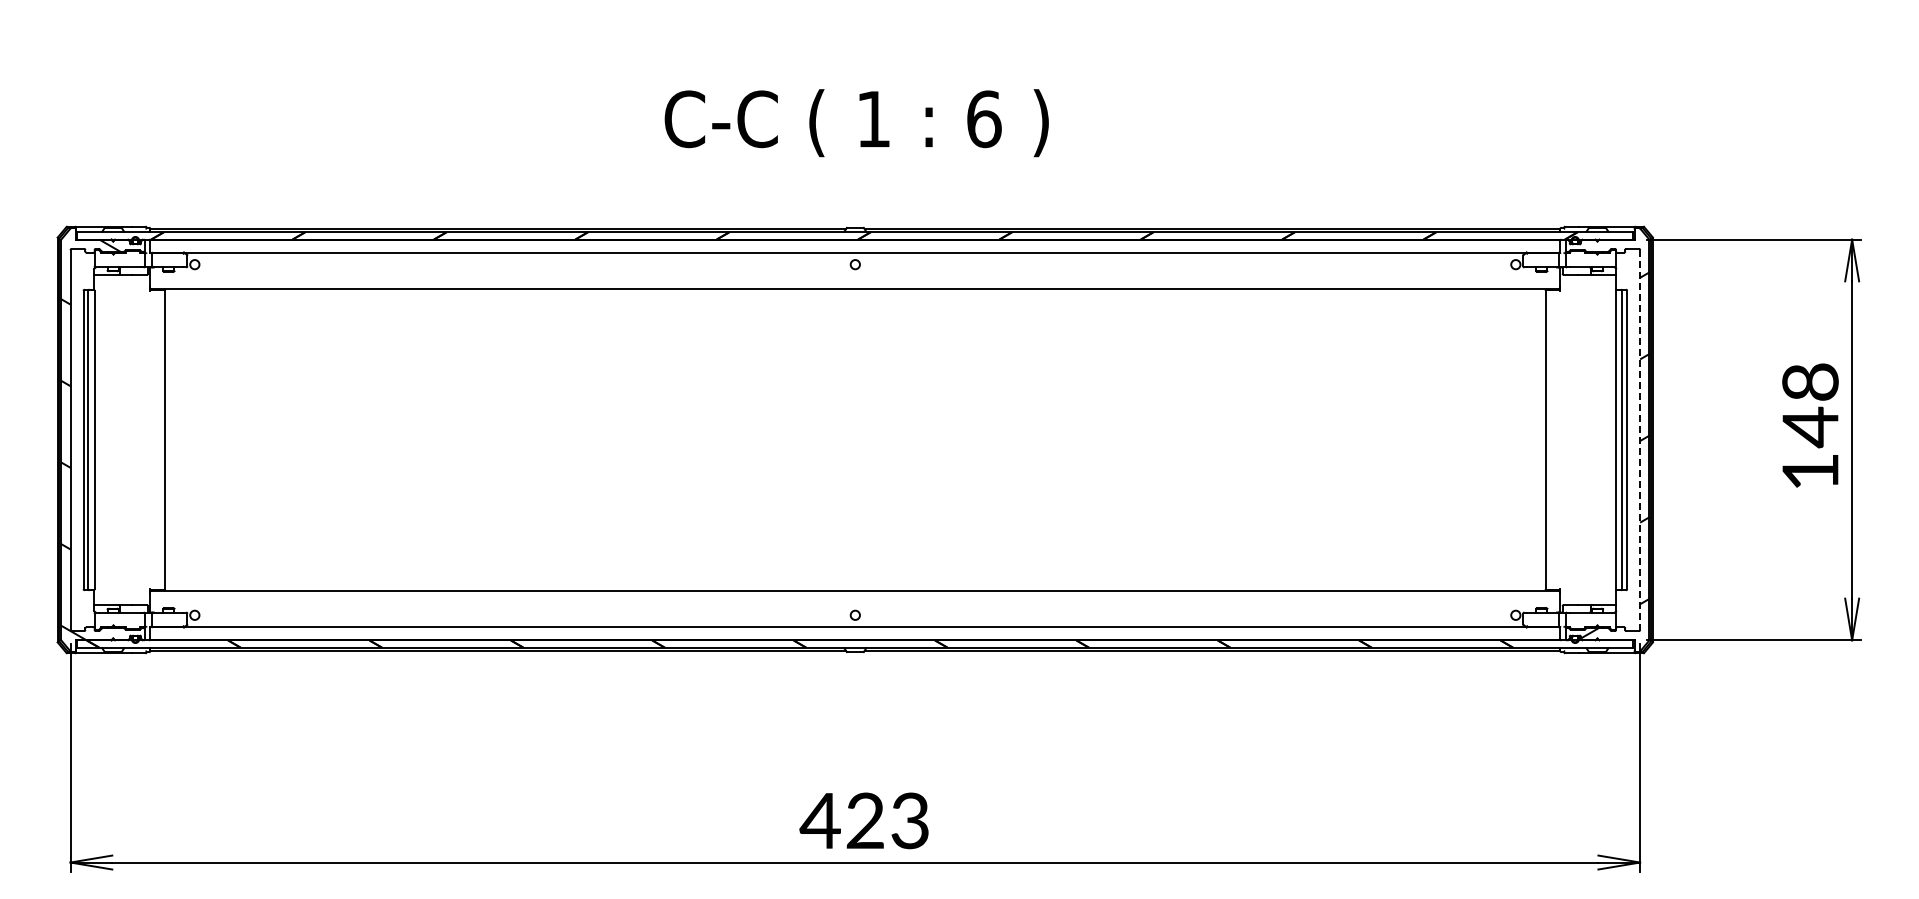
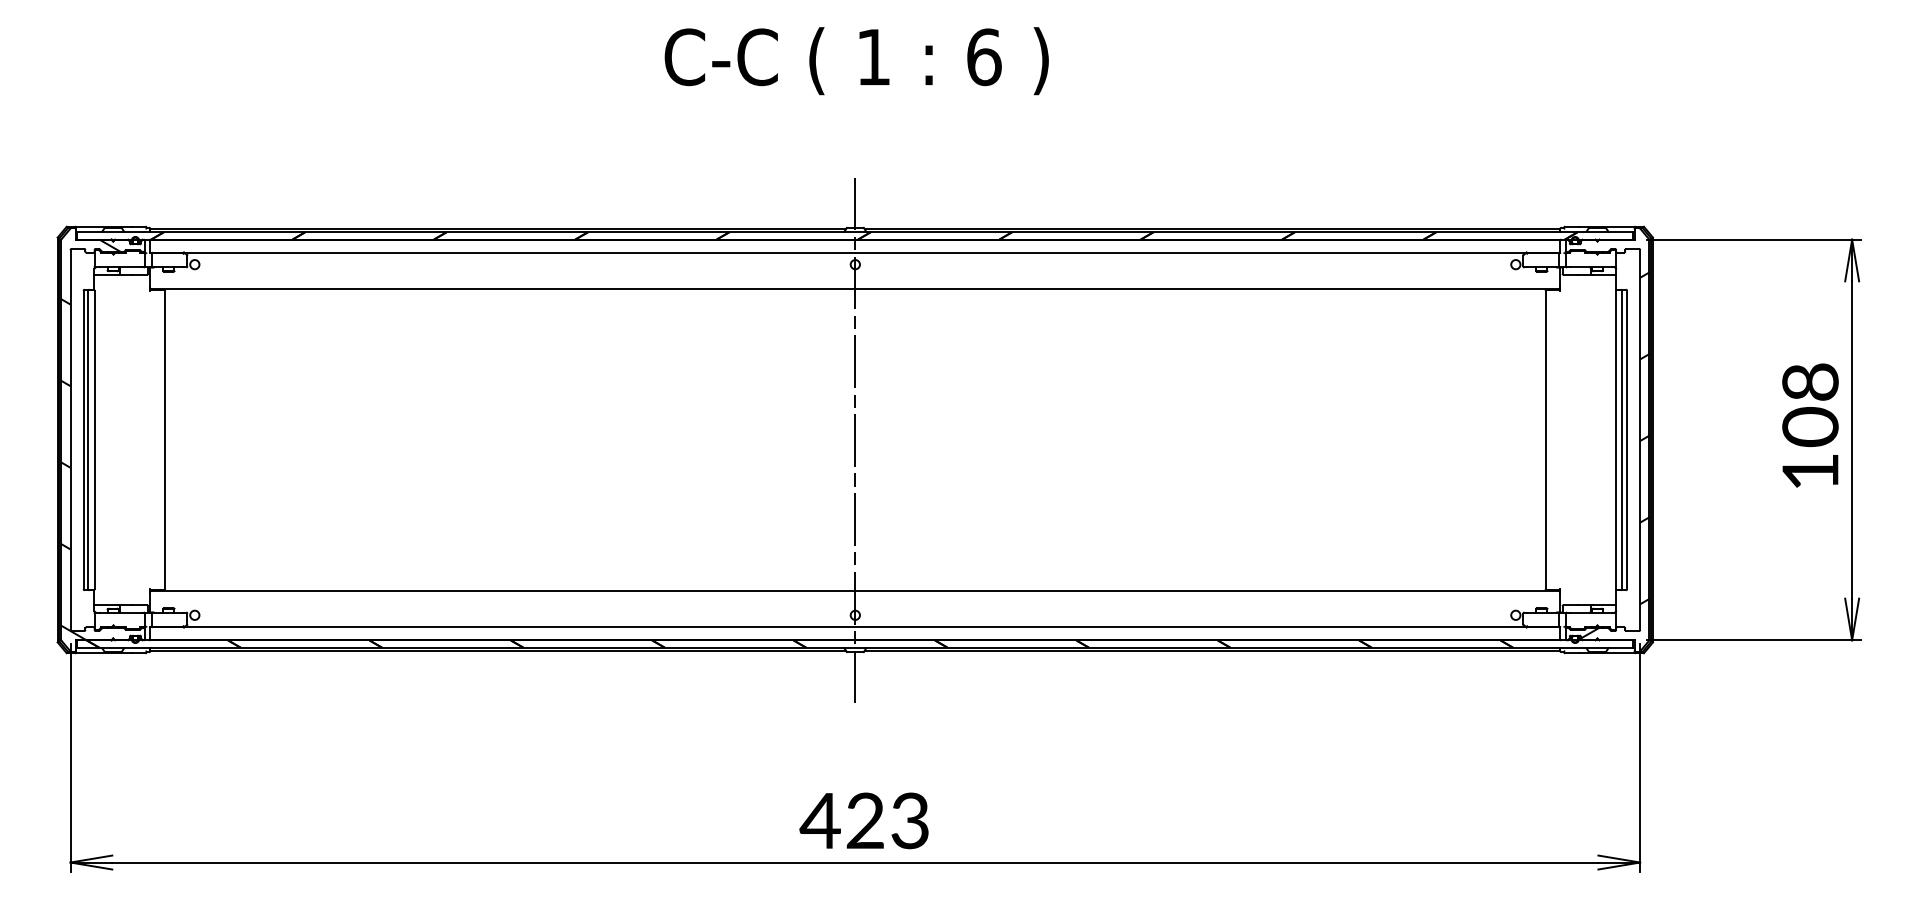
text at (856, 123) position: (856, 123) -> (856, 61)
text at (1810, 427): 148 -> 108
line at (855, 439): none -> present
line at (1640, 440): dashed -> solid
